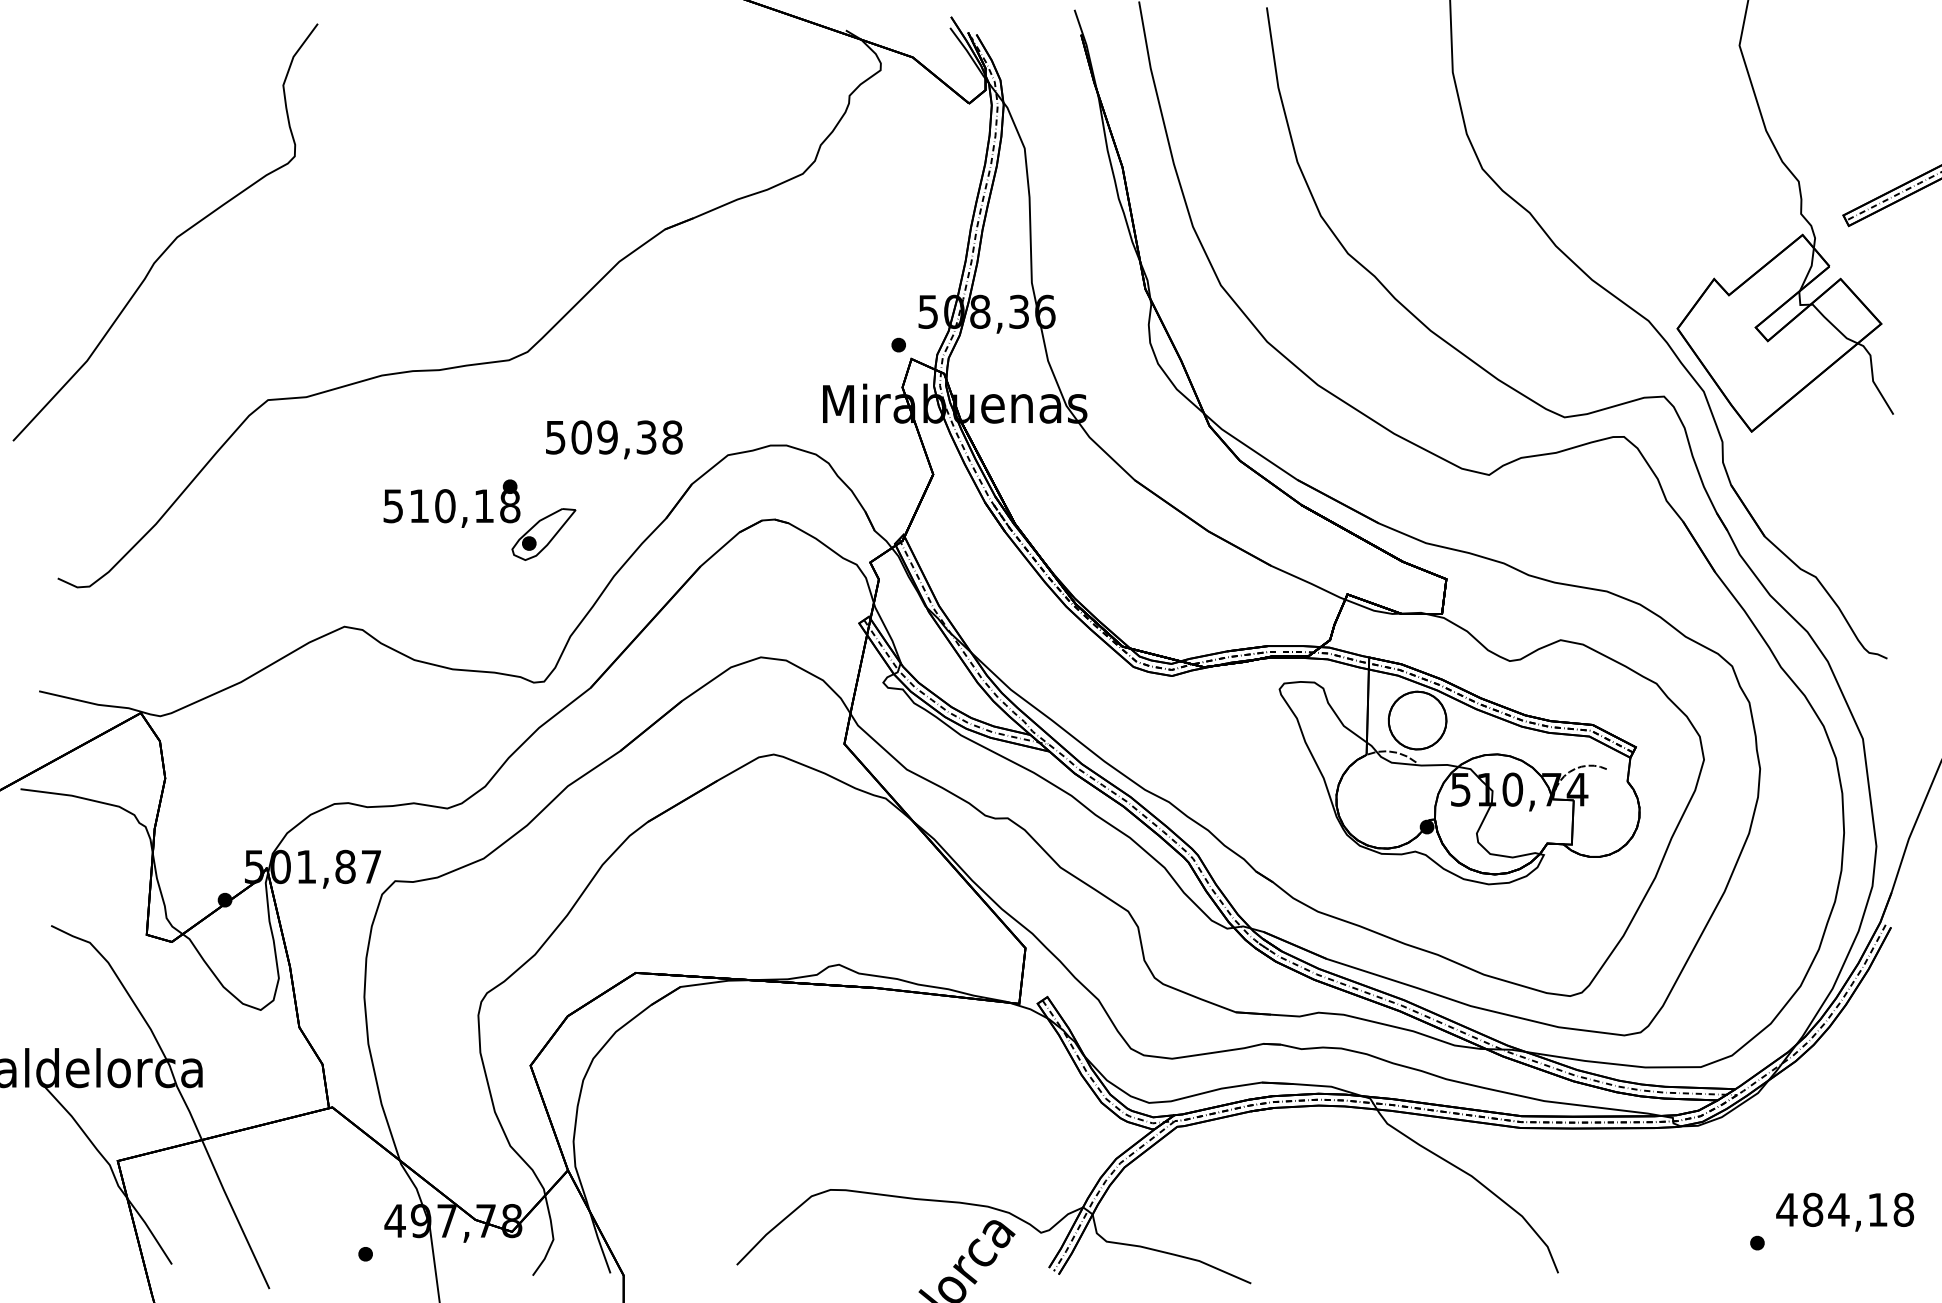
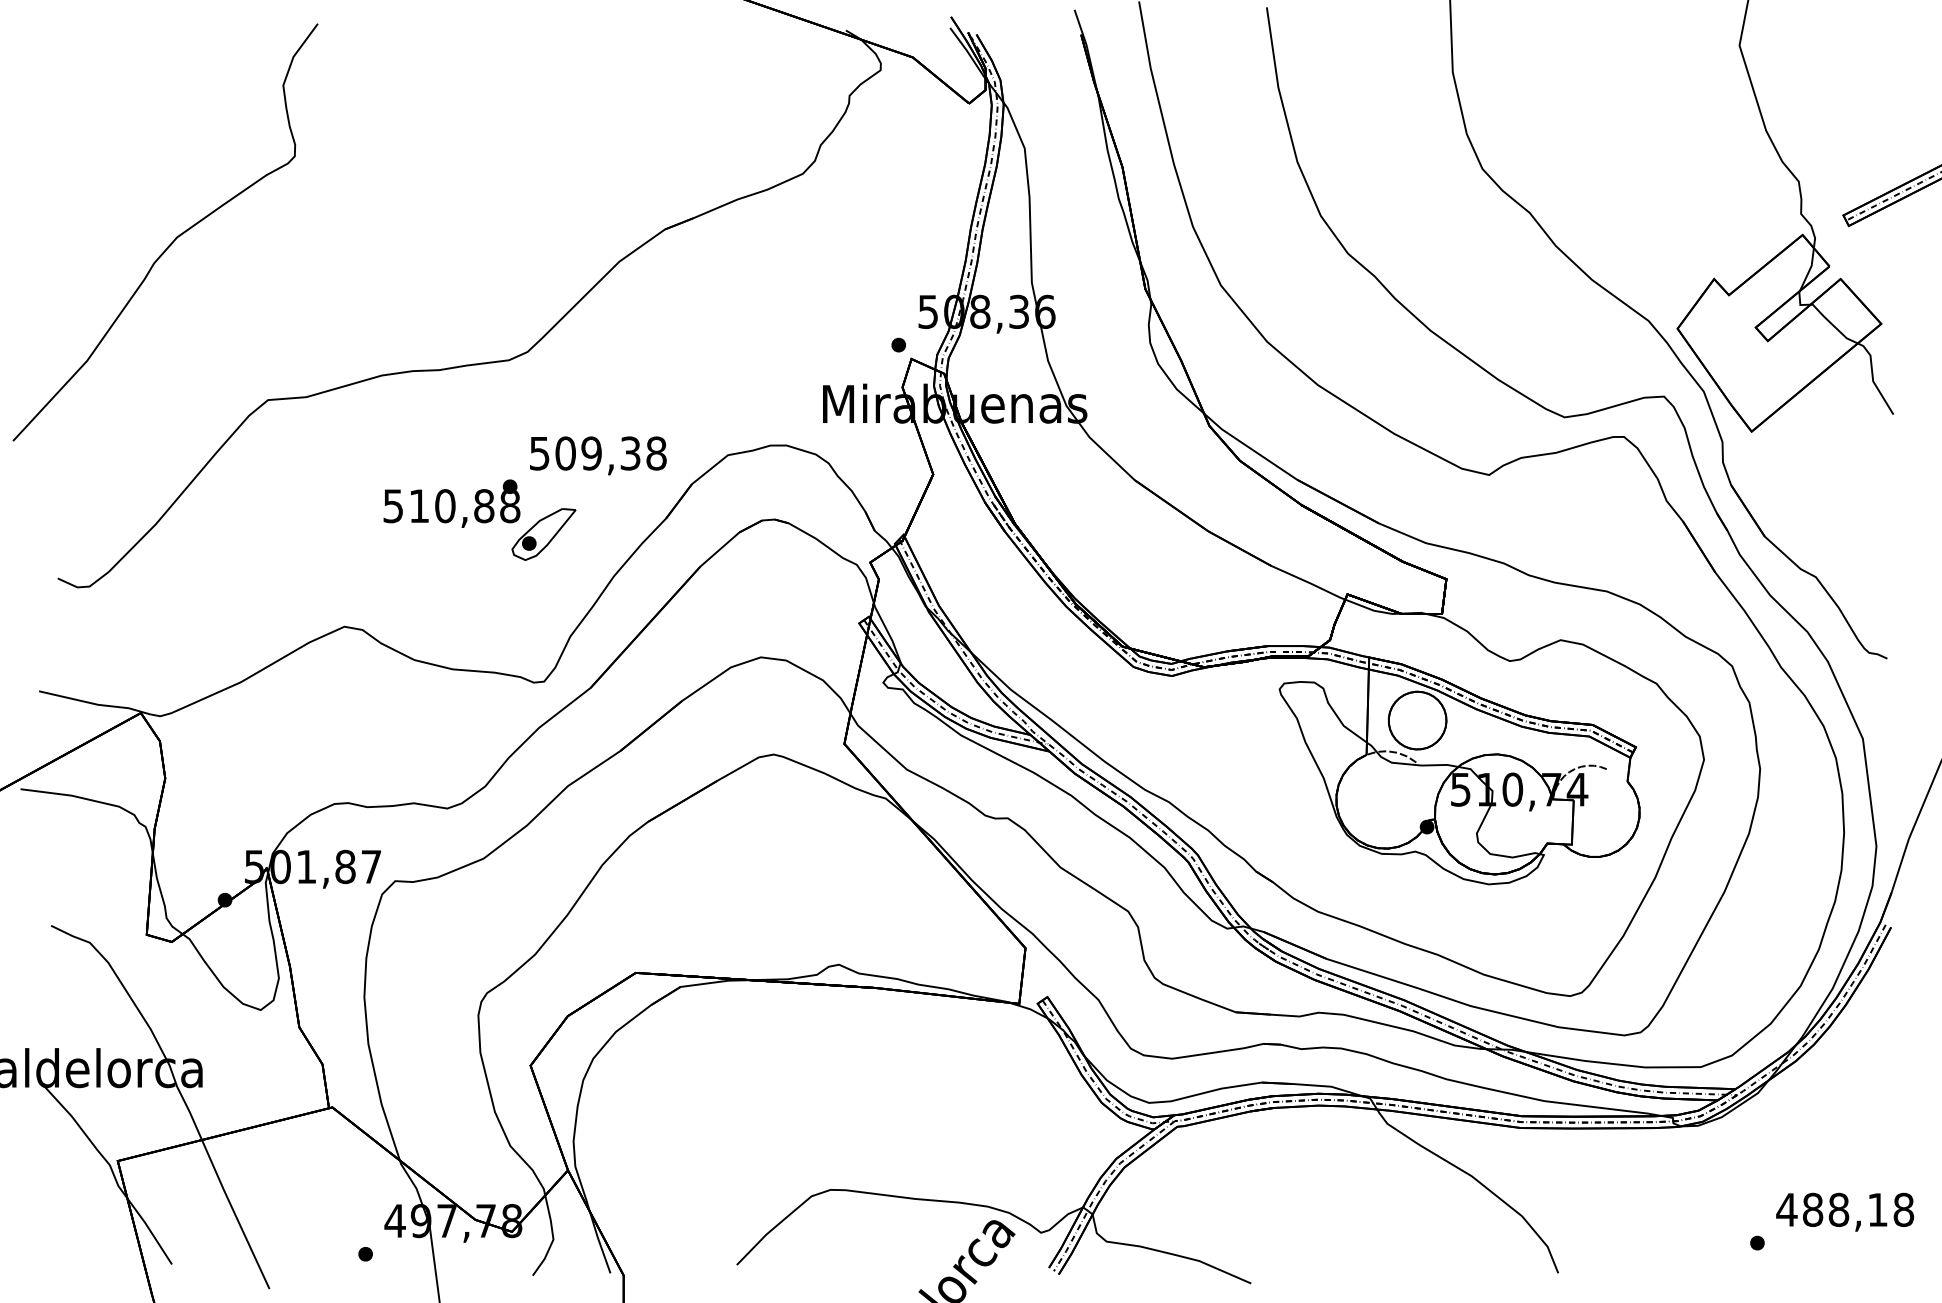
text at (614, 439) position: (614, 439) -> (598, 455)
text at (484, 506): 510,18 -> 510,88
text at (1838, 1209): 484,18 -> 488,18
